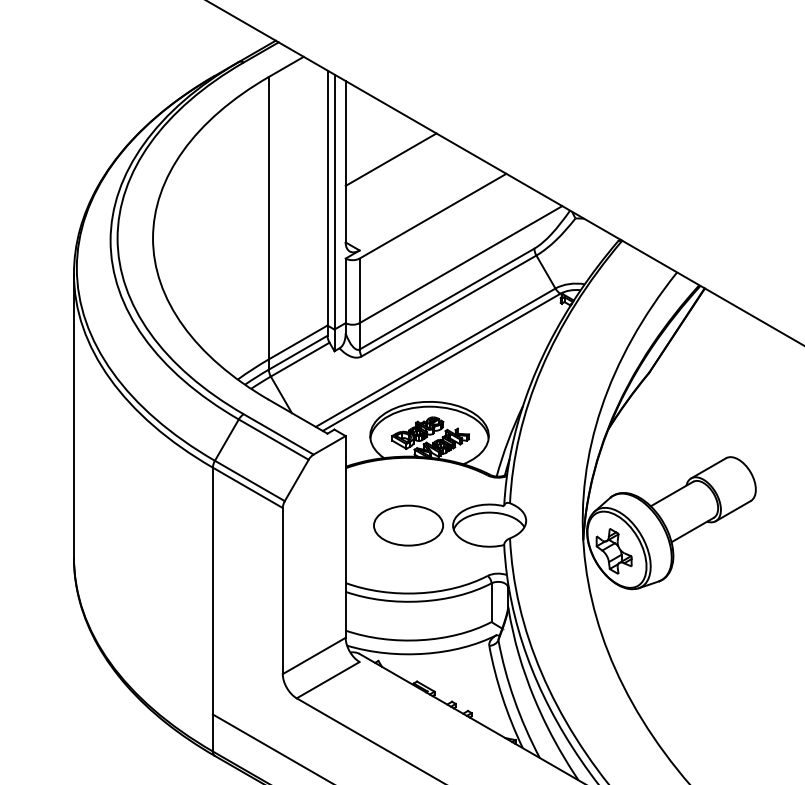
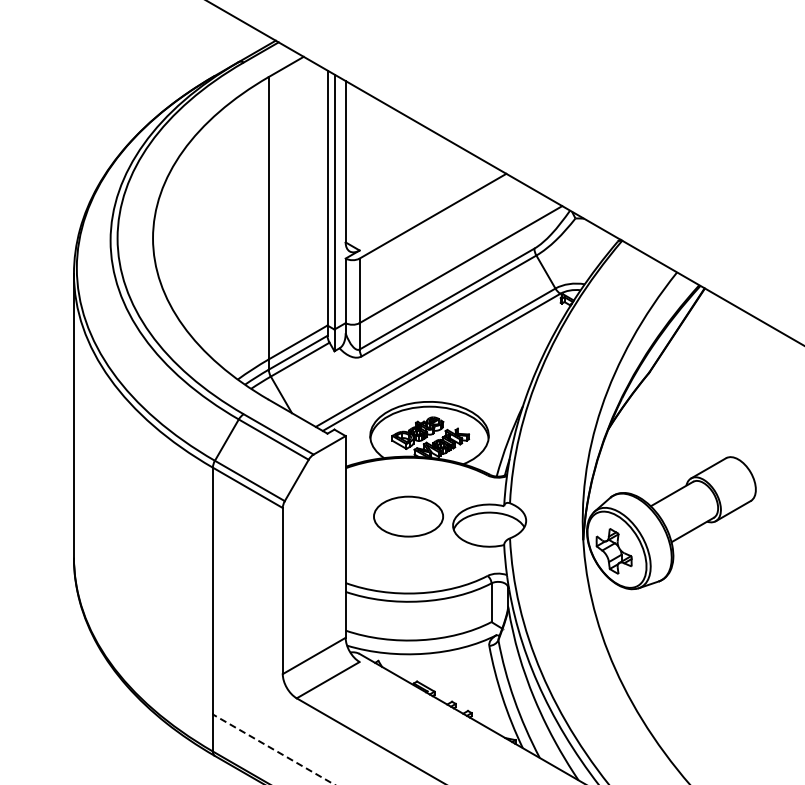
line at (390, 159): present -> none
part at (408, 525) position: (408, 525) -> (408, 516)
line at (273, 749): solid -> dashed
